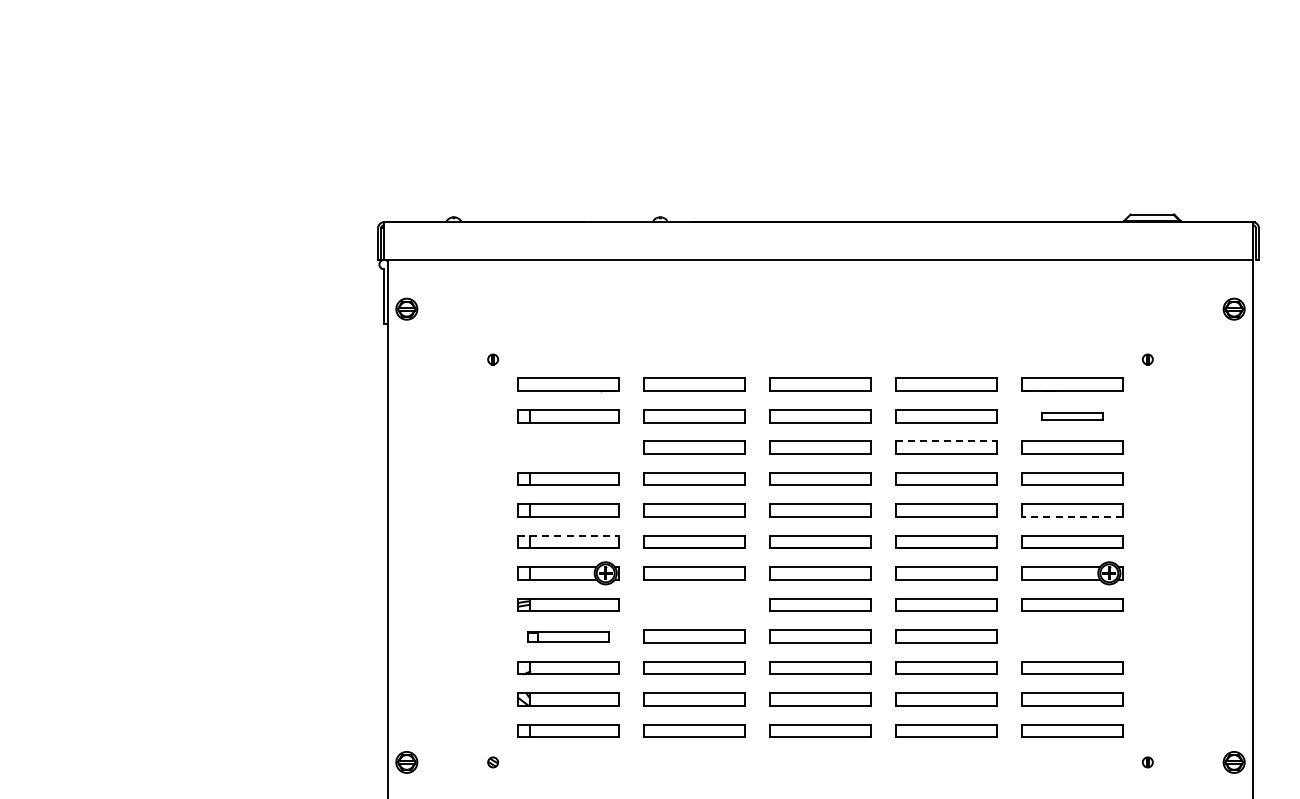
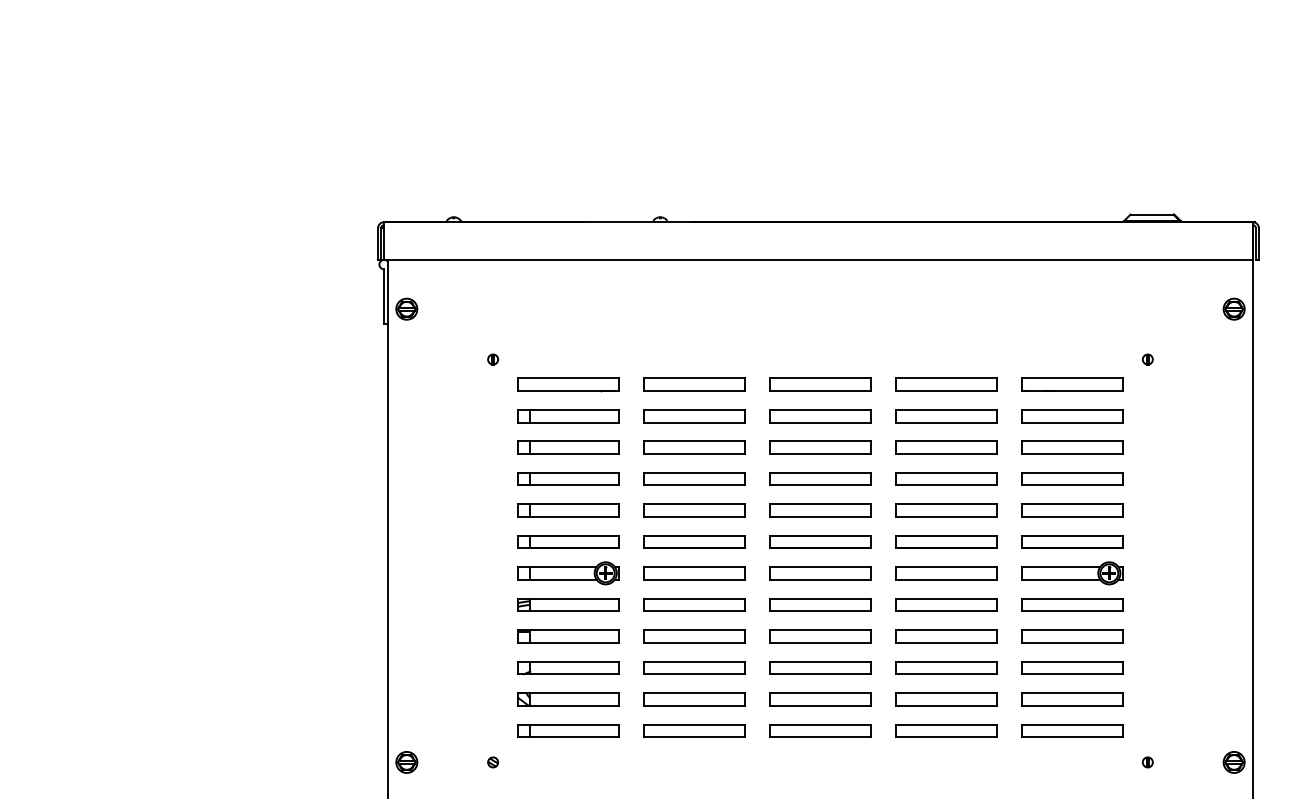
part at (1072, 416) size: 63x9 px -> 103x15 px
line at (946, 441): dashed -> solid
part at (568, 447): none -> present
line at (1071, 516): dashed -> solid
line at (569, 535): dashed -> solid
part at (694, 604): none -> present
part at (568, 636) size: 83x12 px -> 103x15 px
part at (1072, 636): none -> present
